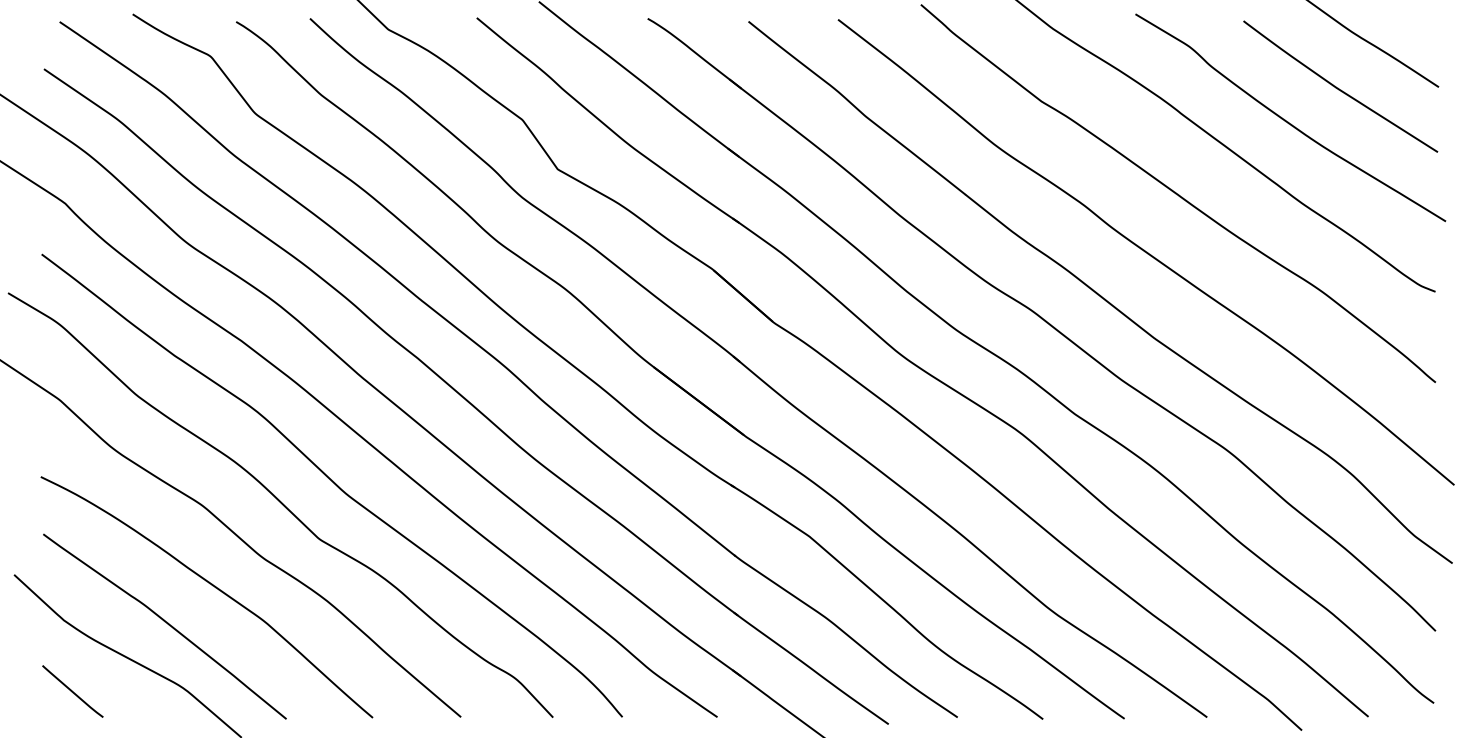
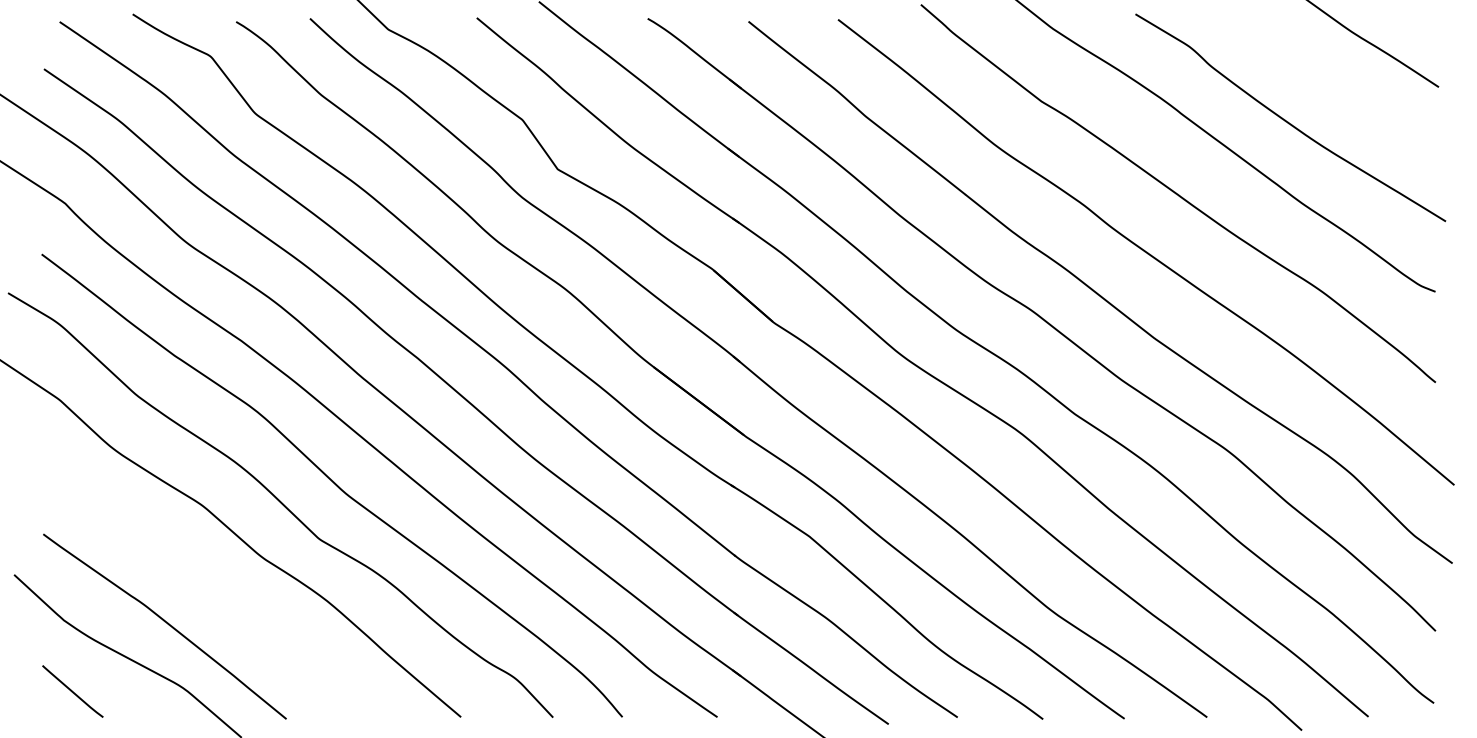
curve at (1339, 88): present -> none
curve at (212, 586): present -> none
